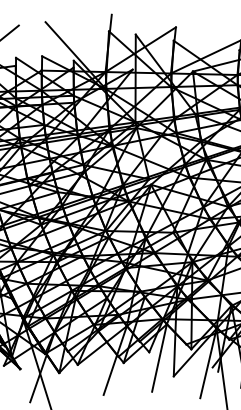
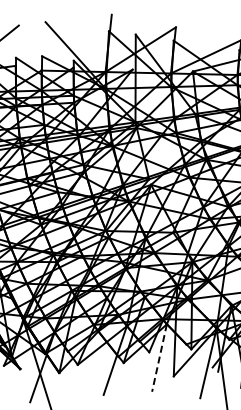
line at (159, 358): solid -> dashed
